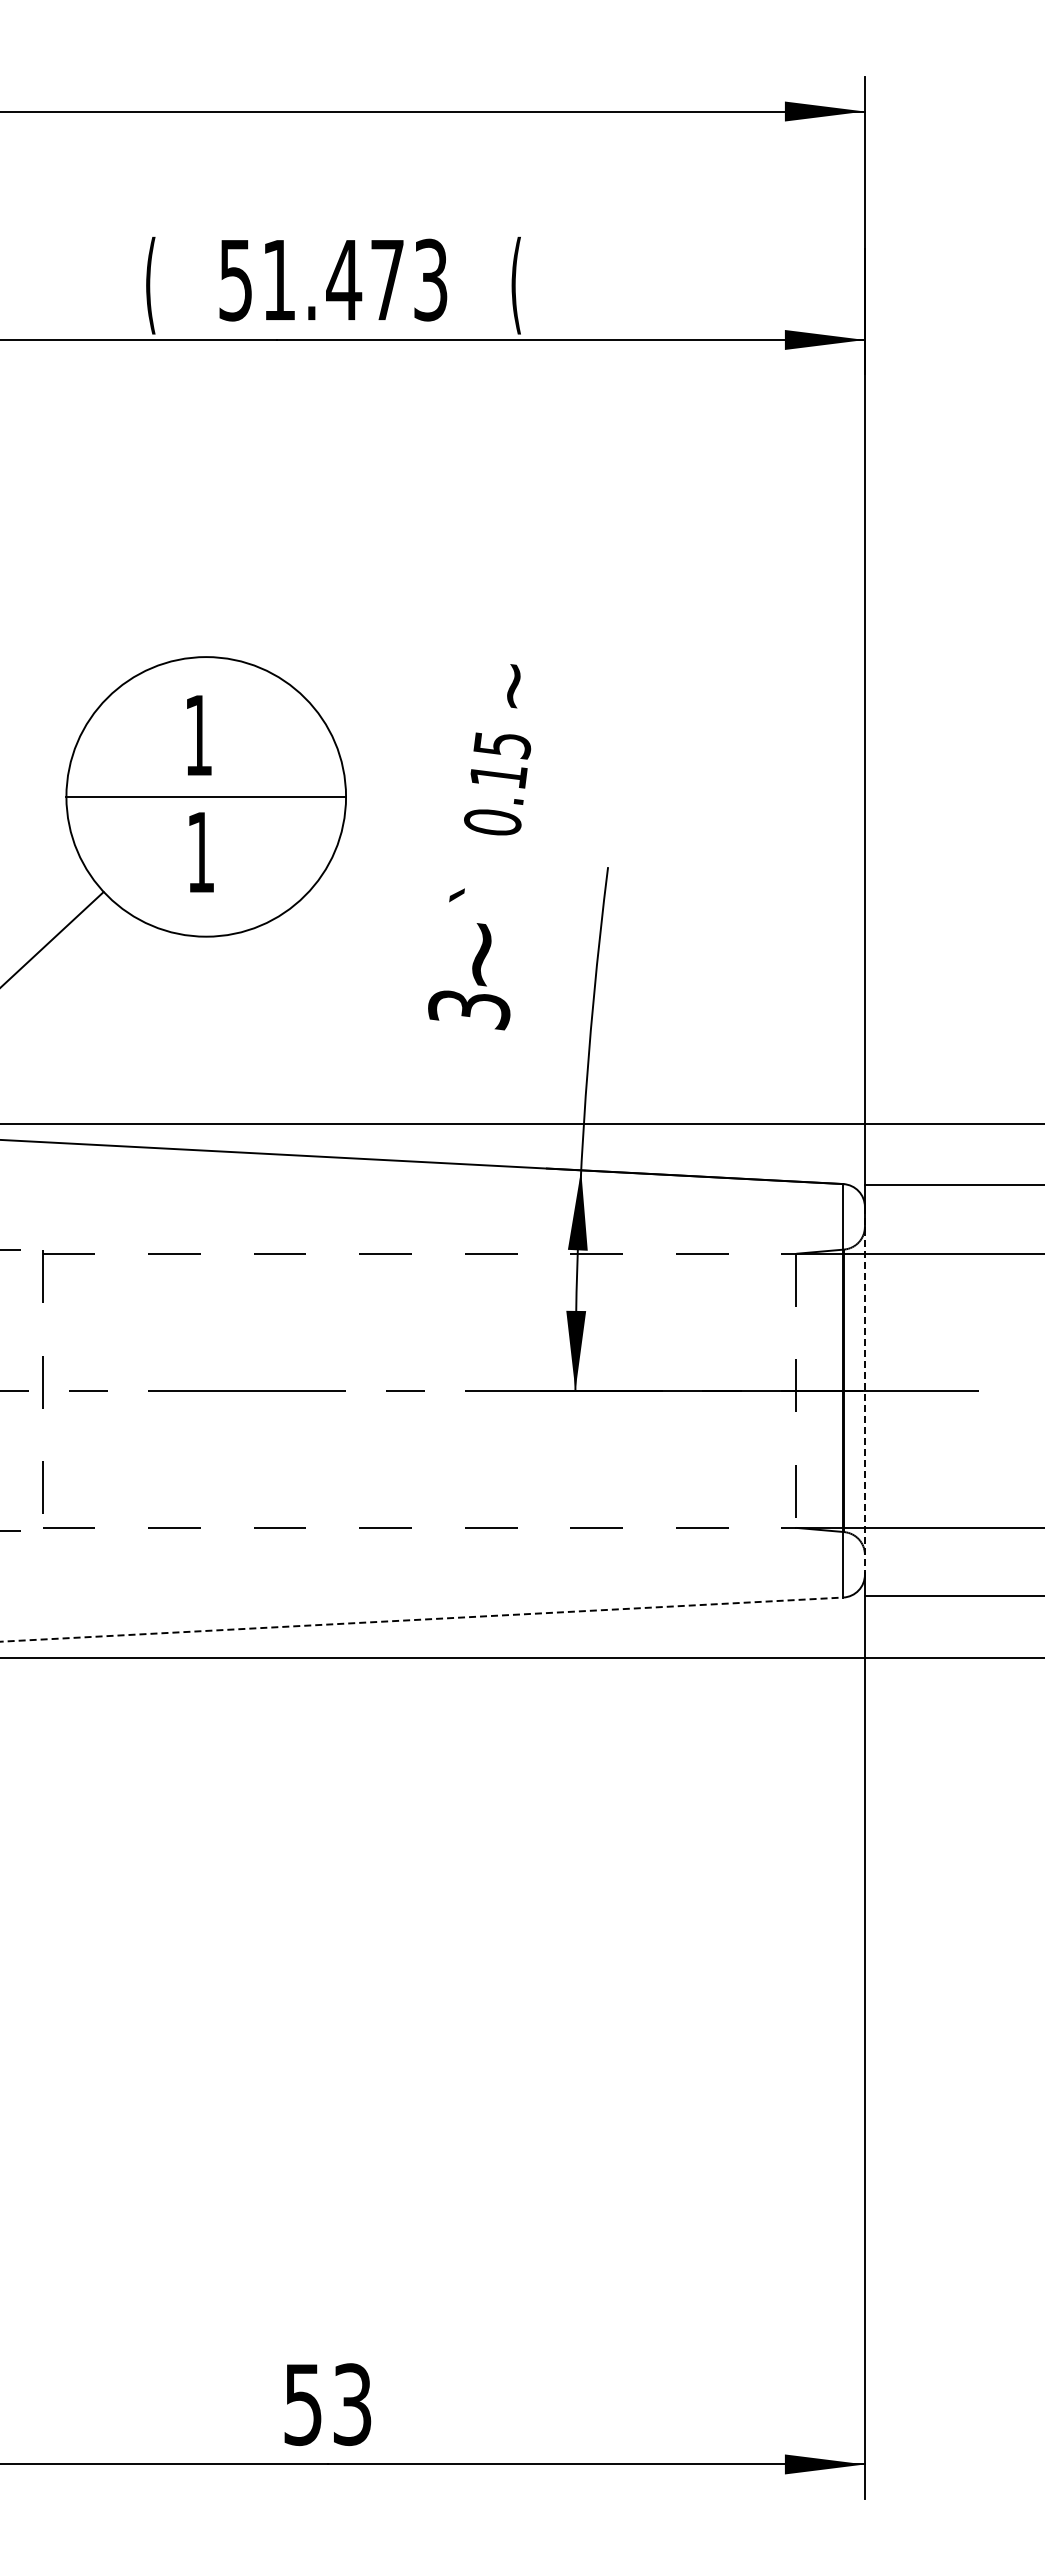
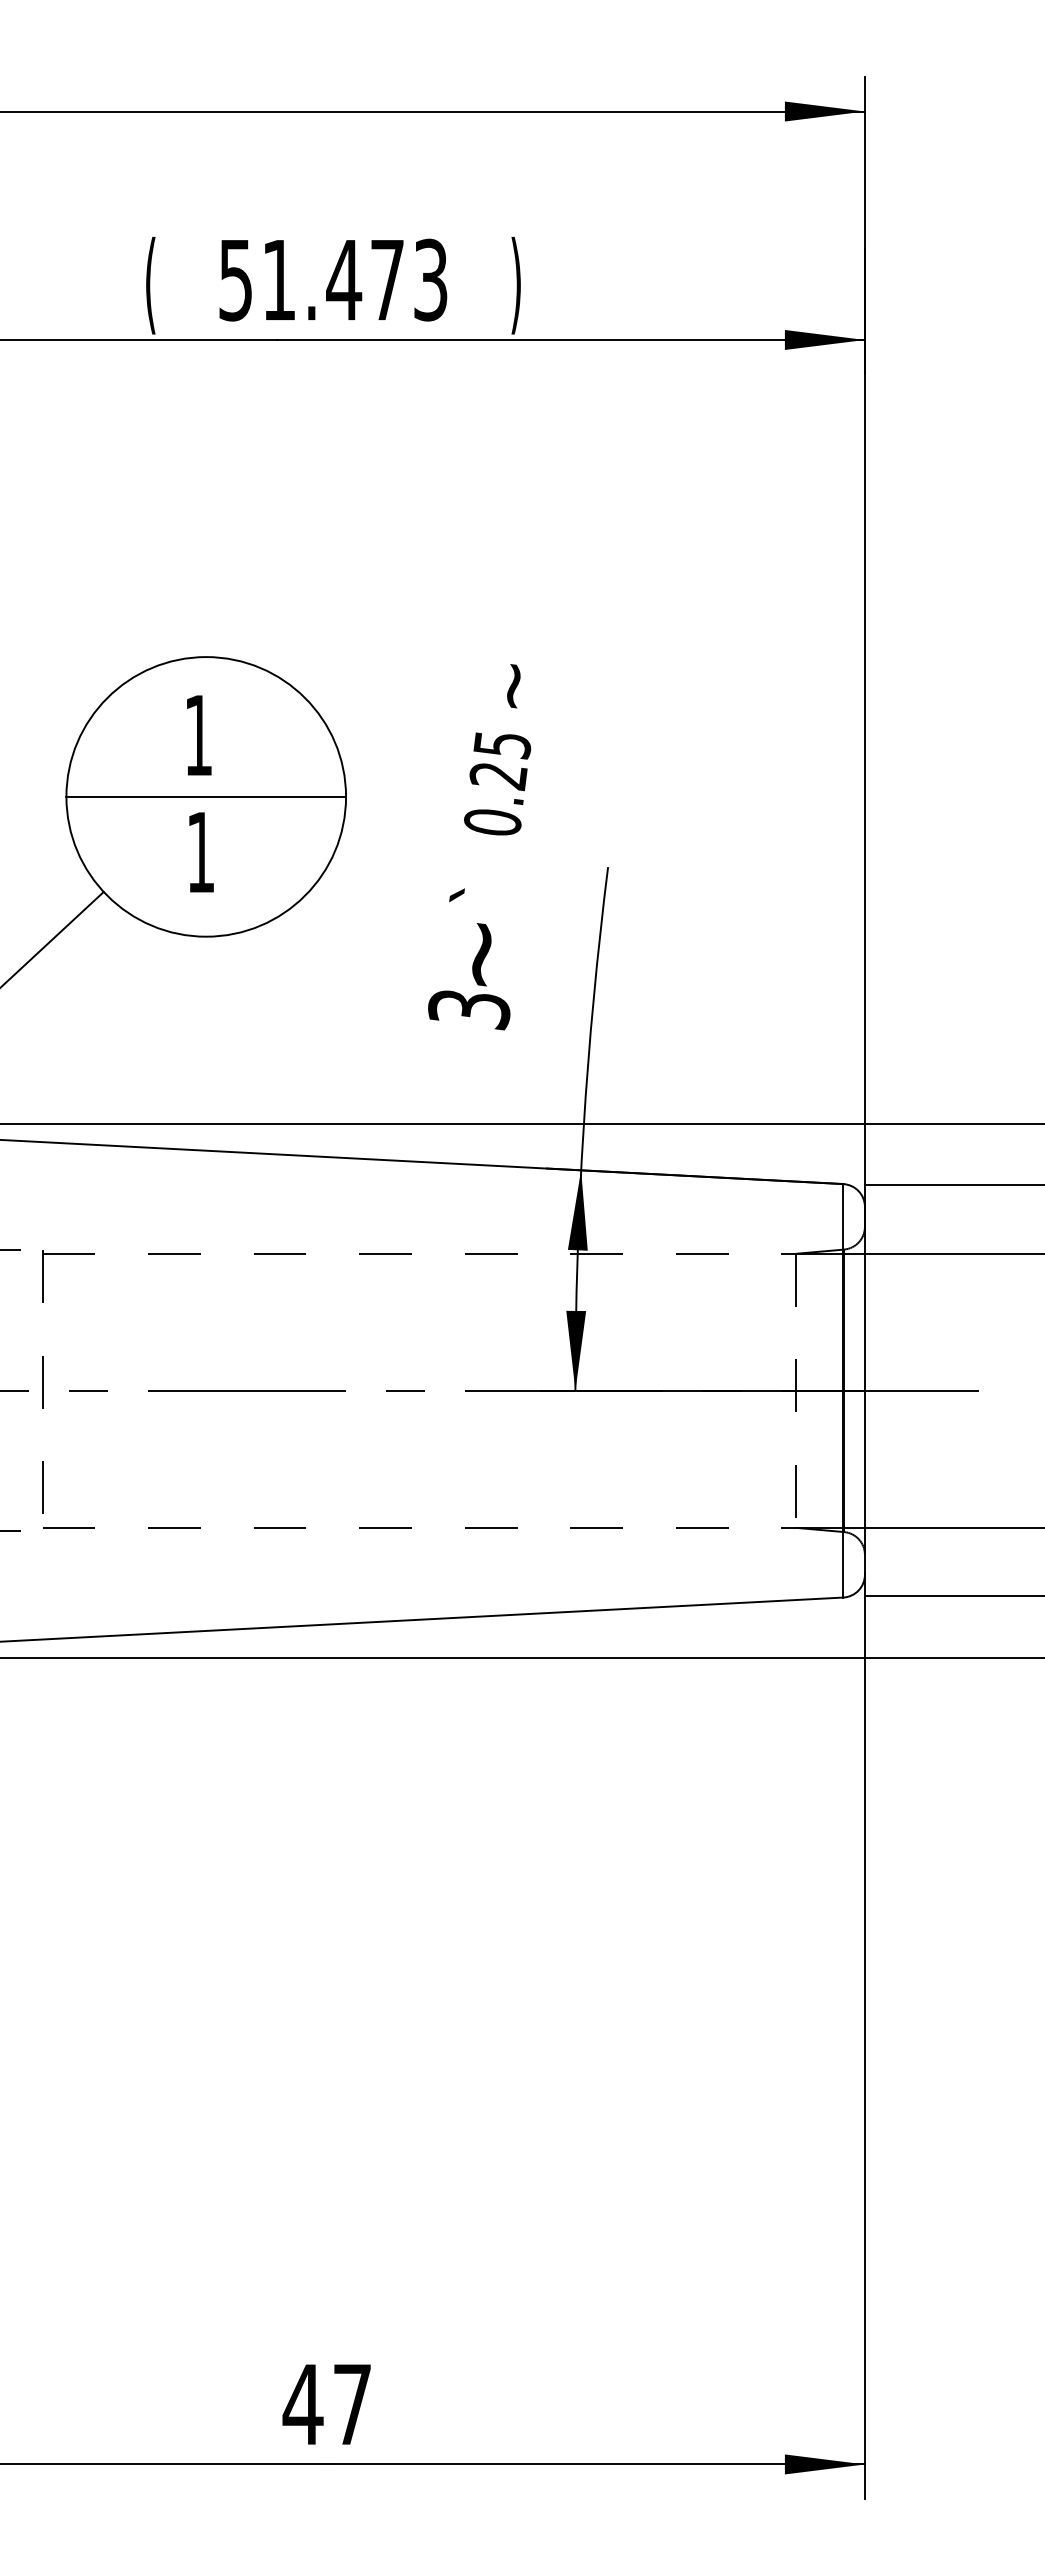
text at (515, 285): ( -> )
text at (498, 777): 0.15 -> 0.25
line at (864, 1390): dashed -> solid
line at (421, 1619): dashed -> solid
text at (326, 2404): 53 -> 47
